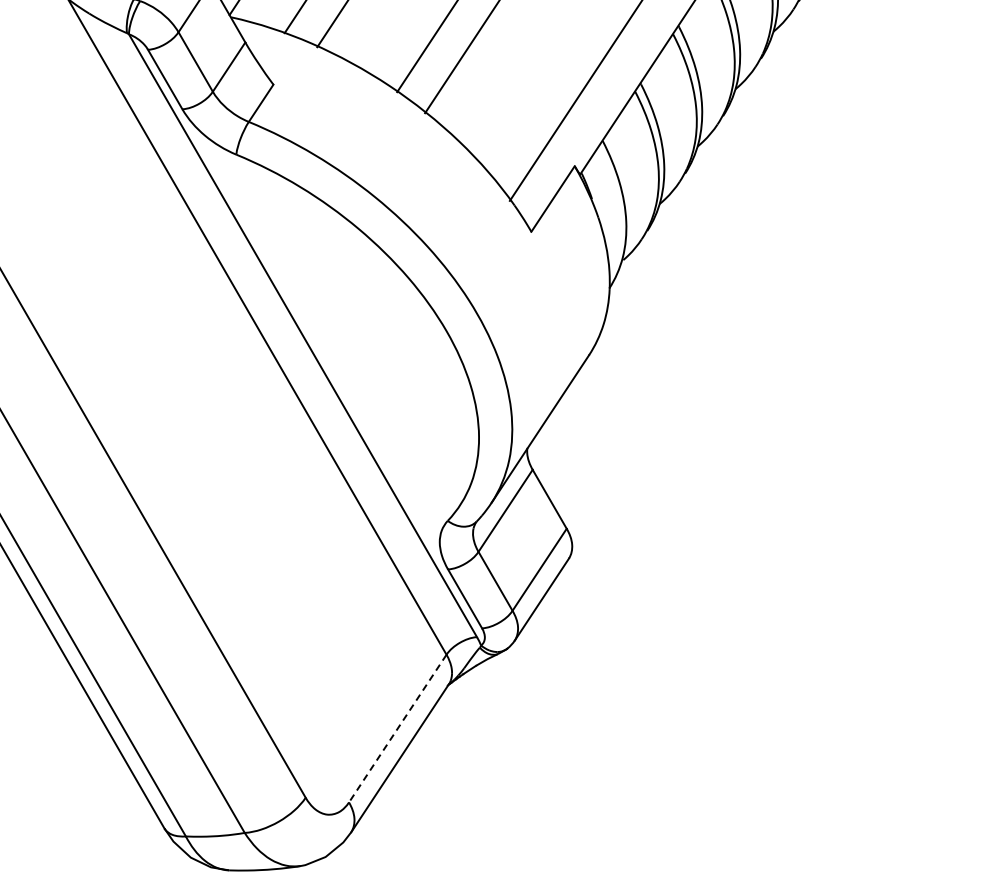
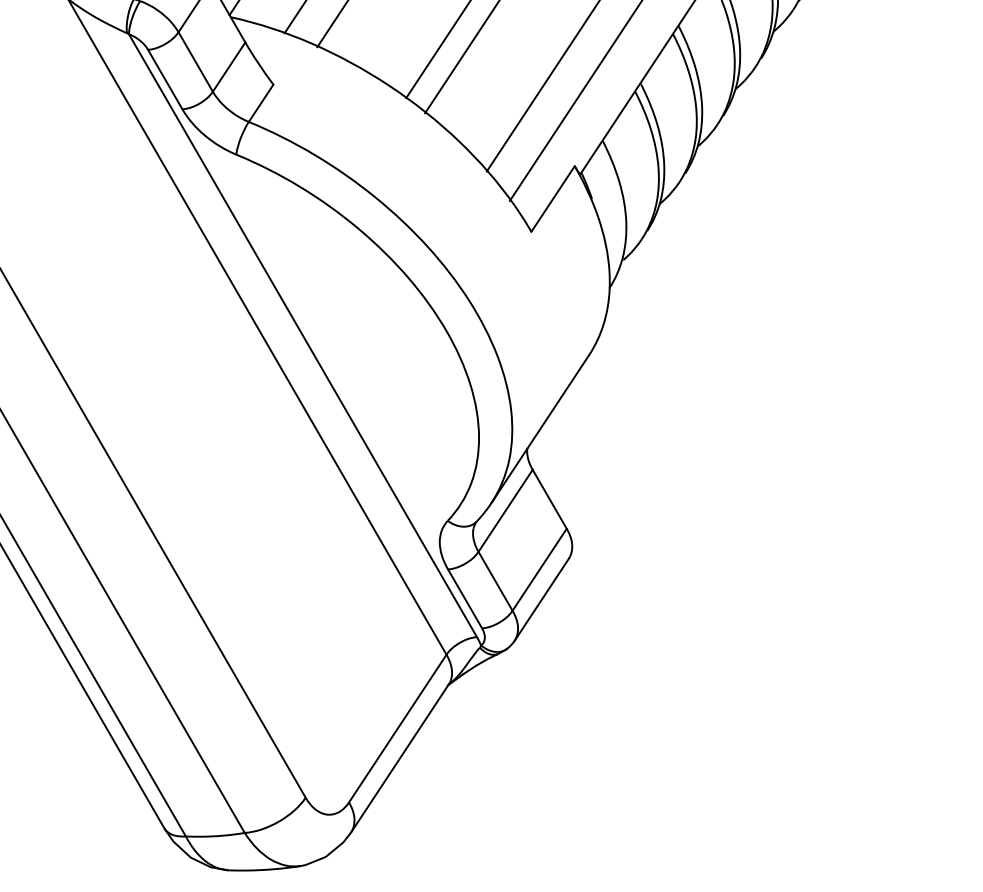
line at (426, 47) position: (426, 47) -> (437, 50)
line at (542, 86): none -> present
line at (397, 729): dashed -> solid
